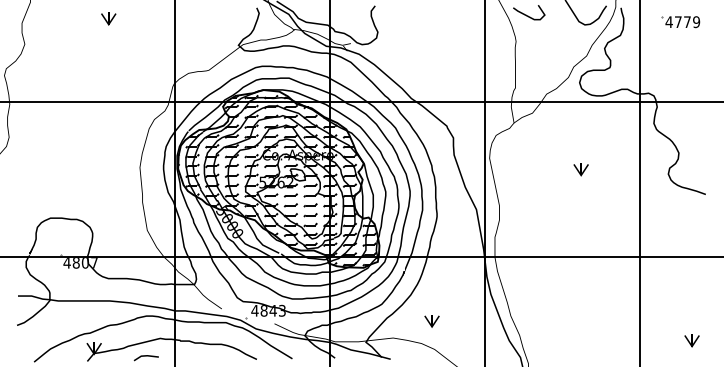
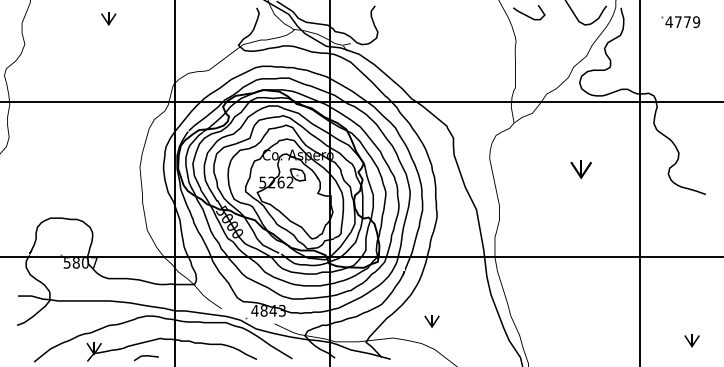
part at (580, 169) size: 16x14 px -> 22x20 px
hatch at (277, 180): present -> none
line at (485, 182): present -> none
text at (66, 263): 4807 -> 5807
